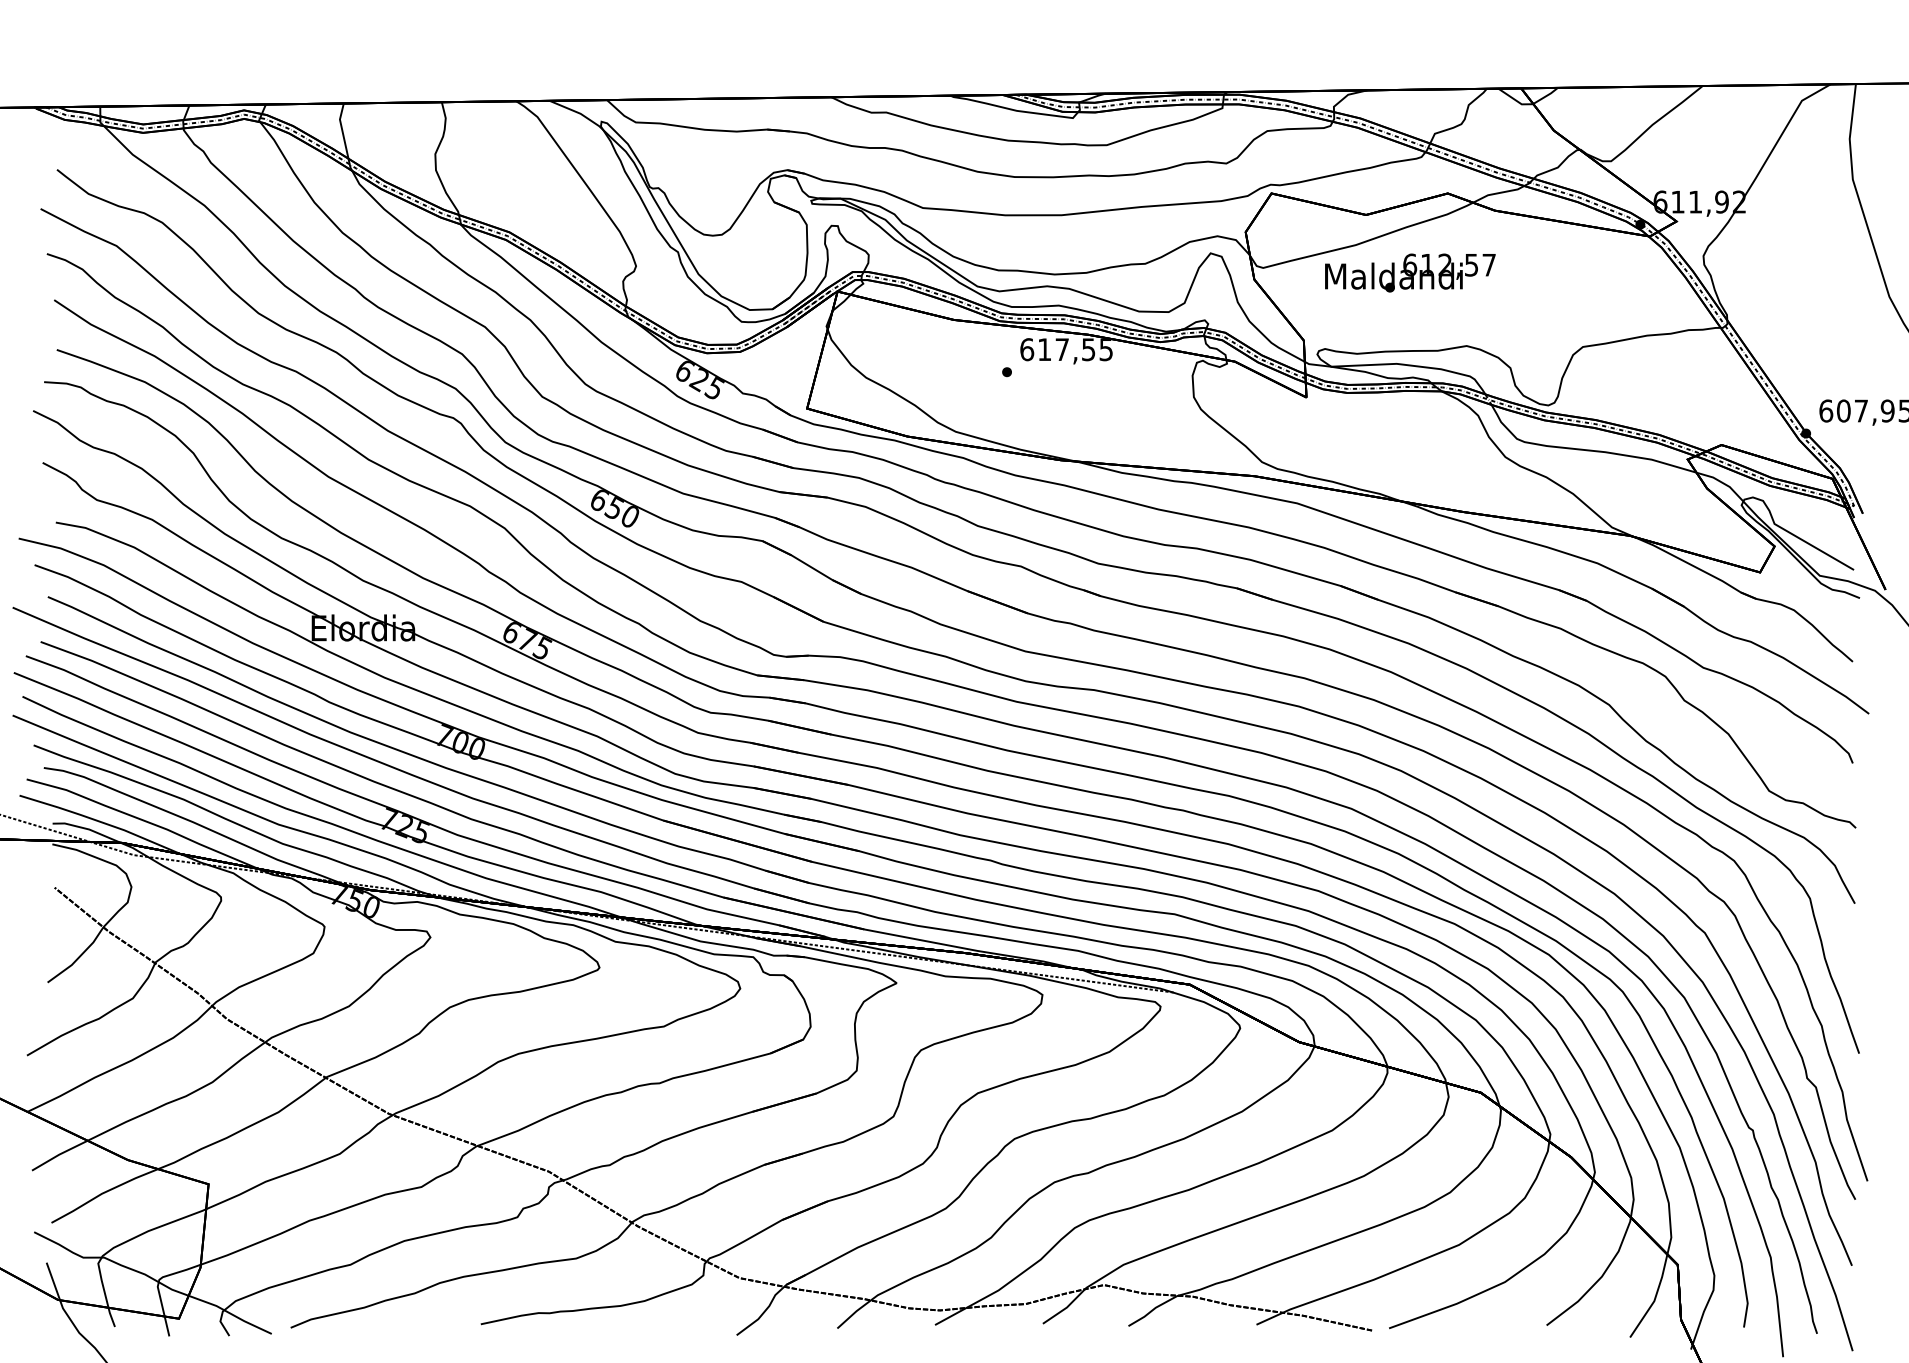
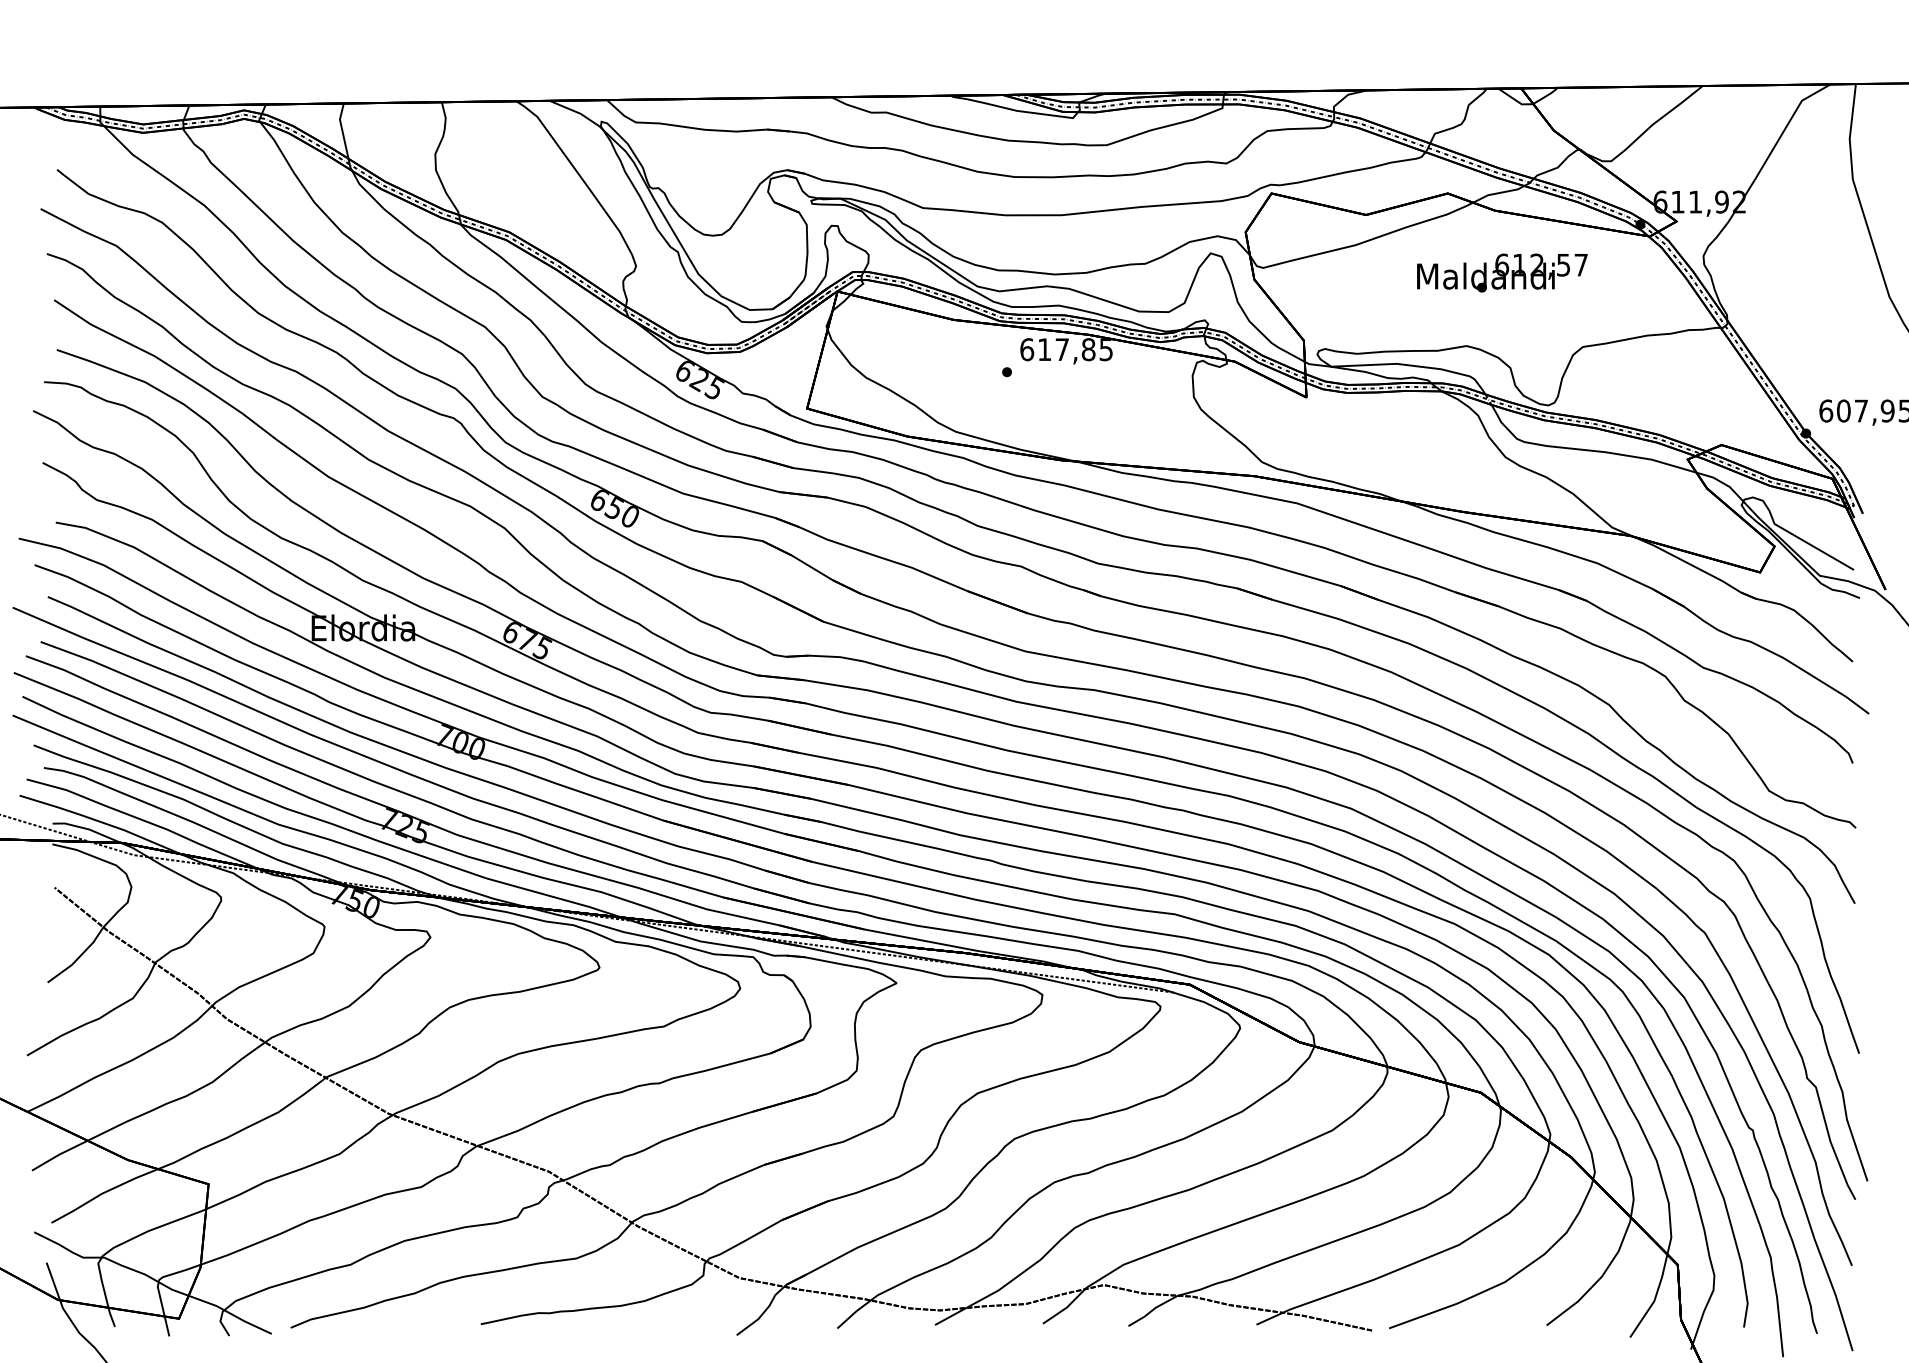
text at (1410, 272) position: (1410, 272) -> (1502, 272)
text at (1088, 349): 617,55 -> 617,85
